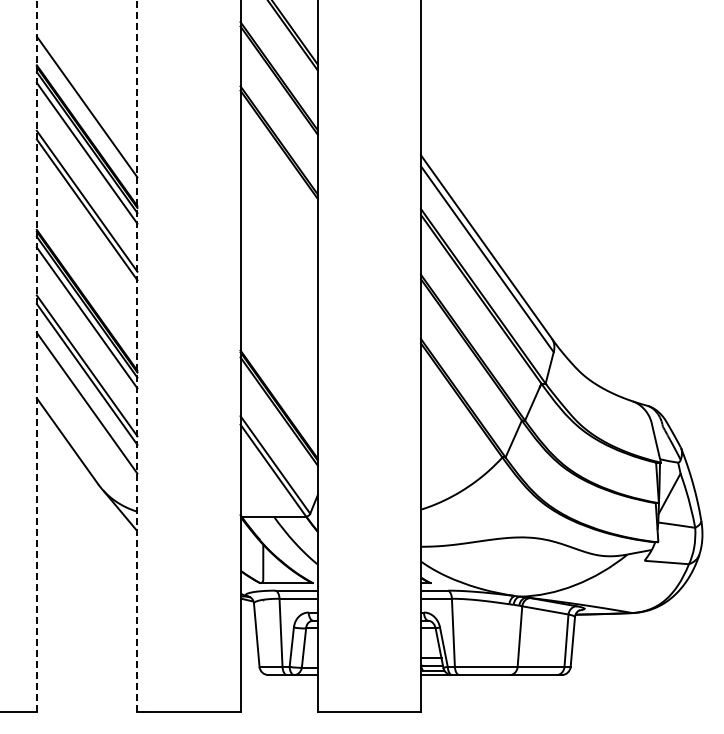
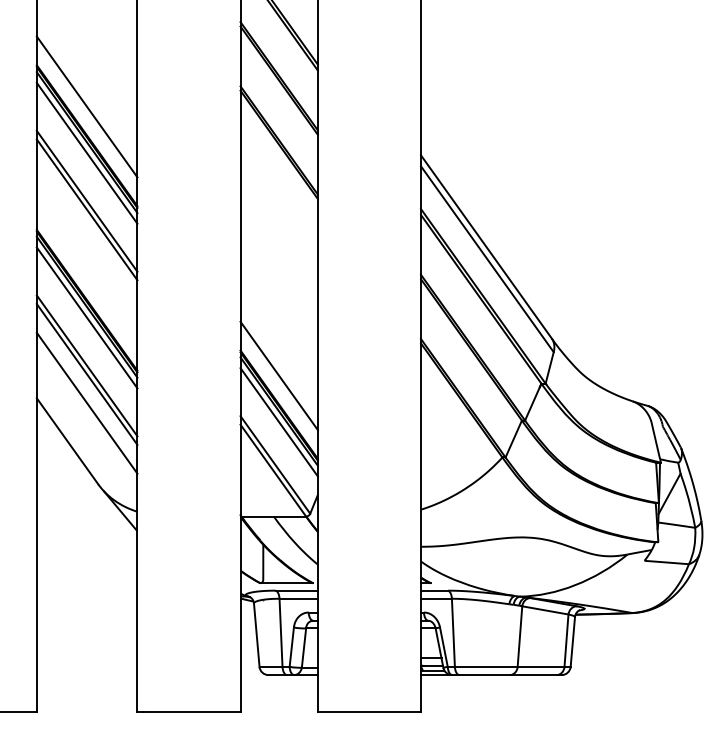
line at (36, 356): dashed -> solid
line at (137, 356): dashed -> solid
line at (278, 375): none -> present
line at (278, 422): none -> present
